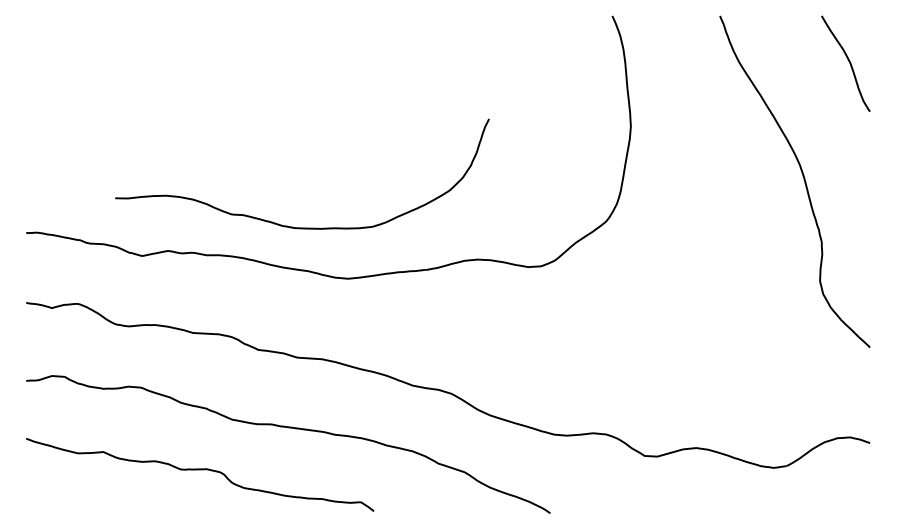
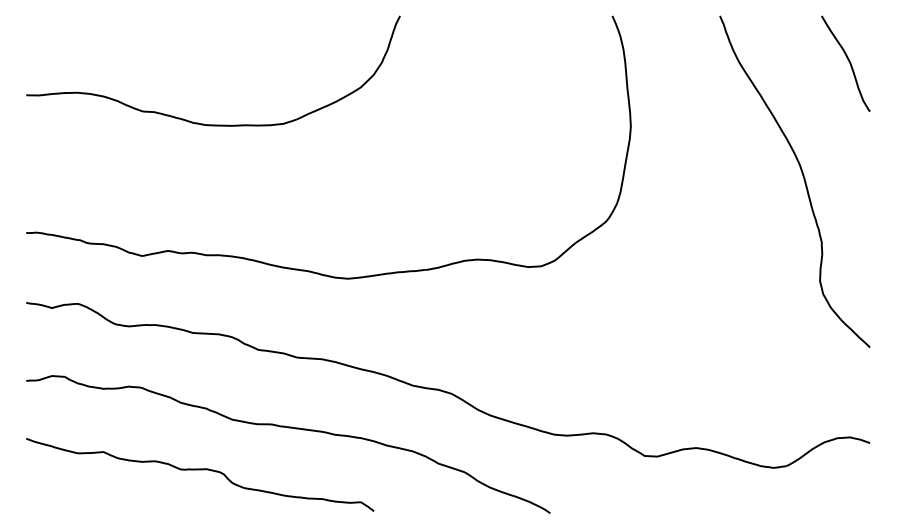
part at (293, 226) position: (293, 226) -> (204, 123)
